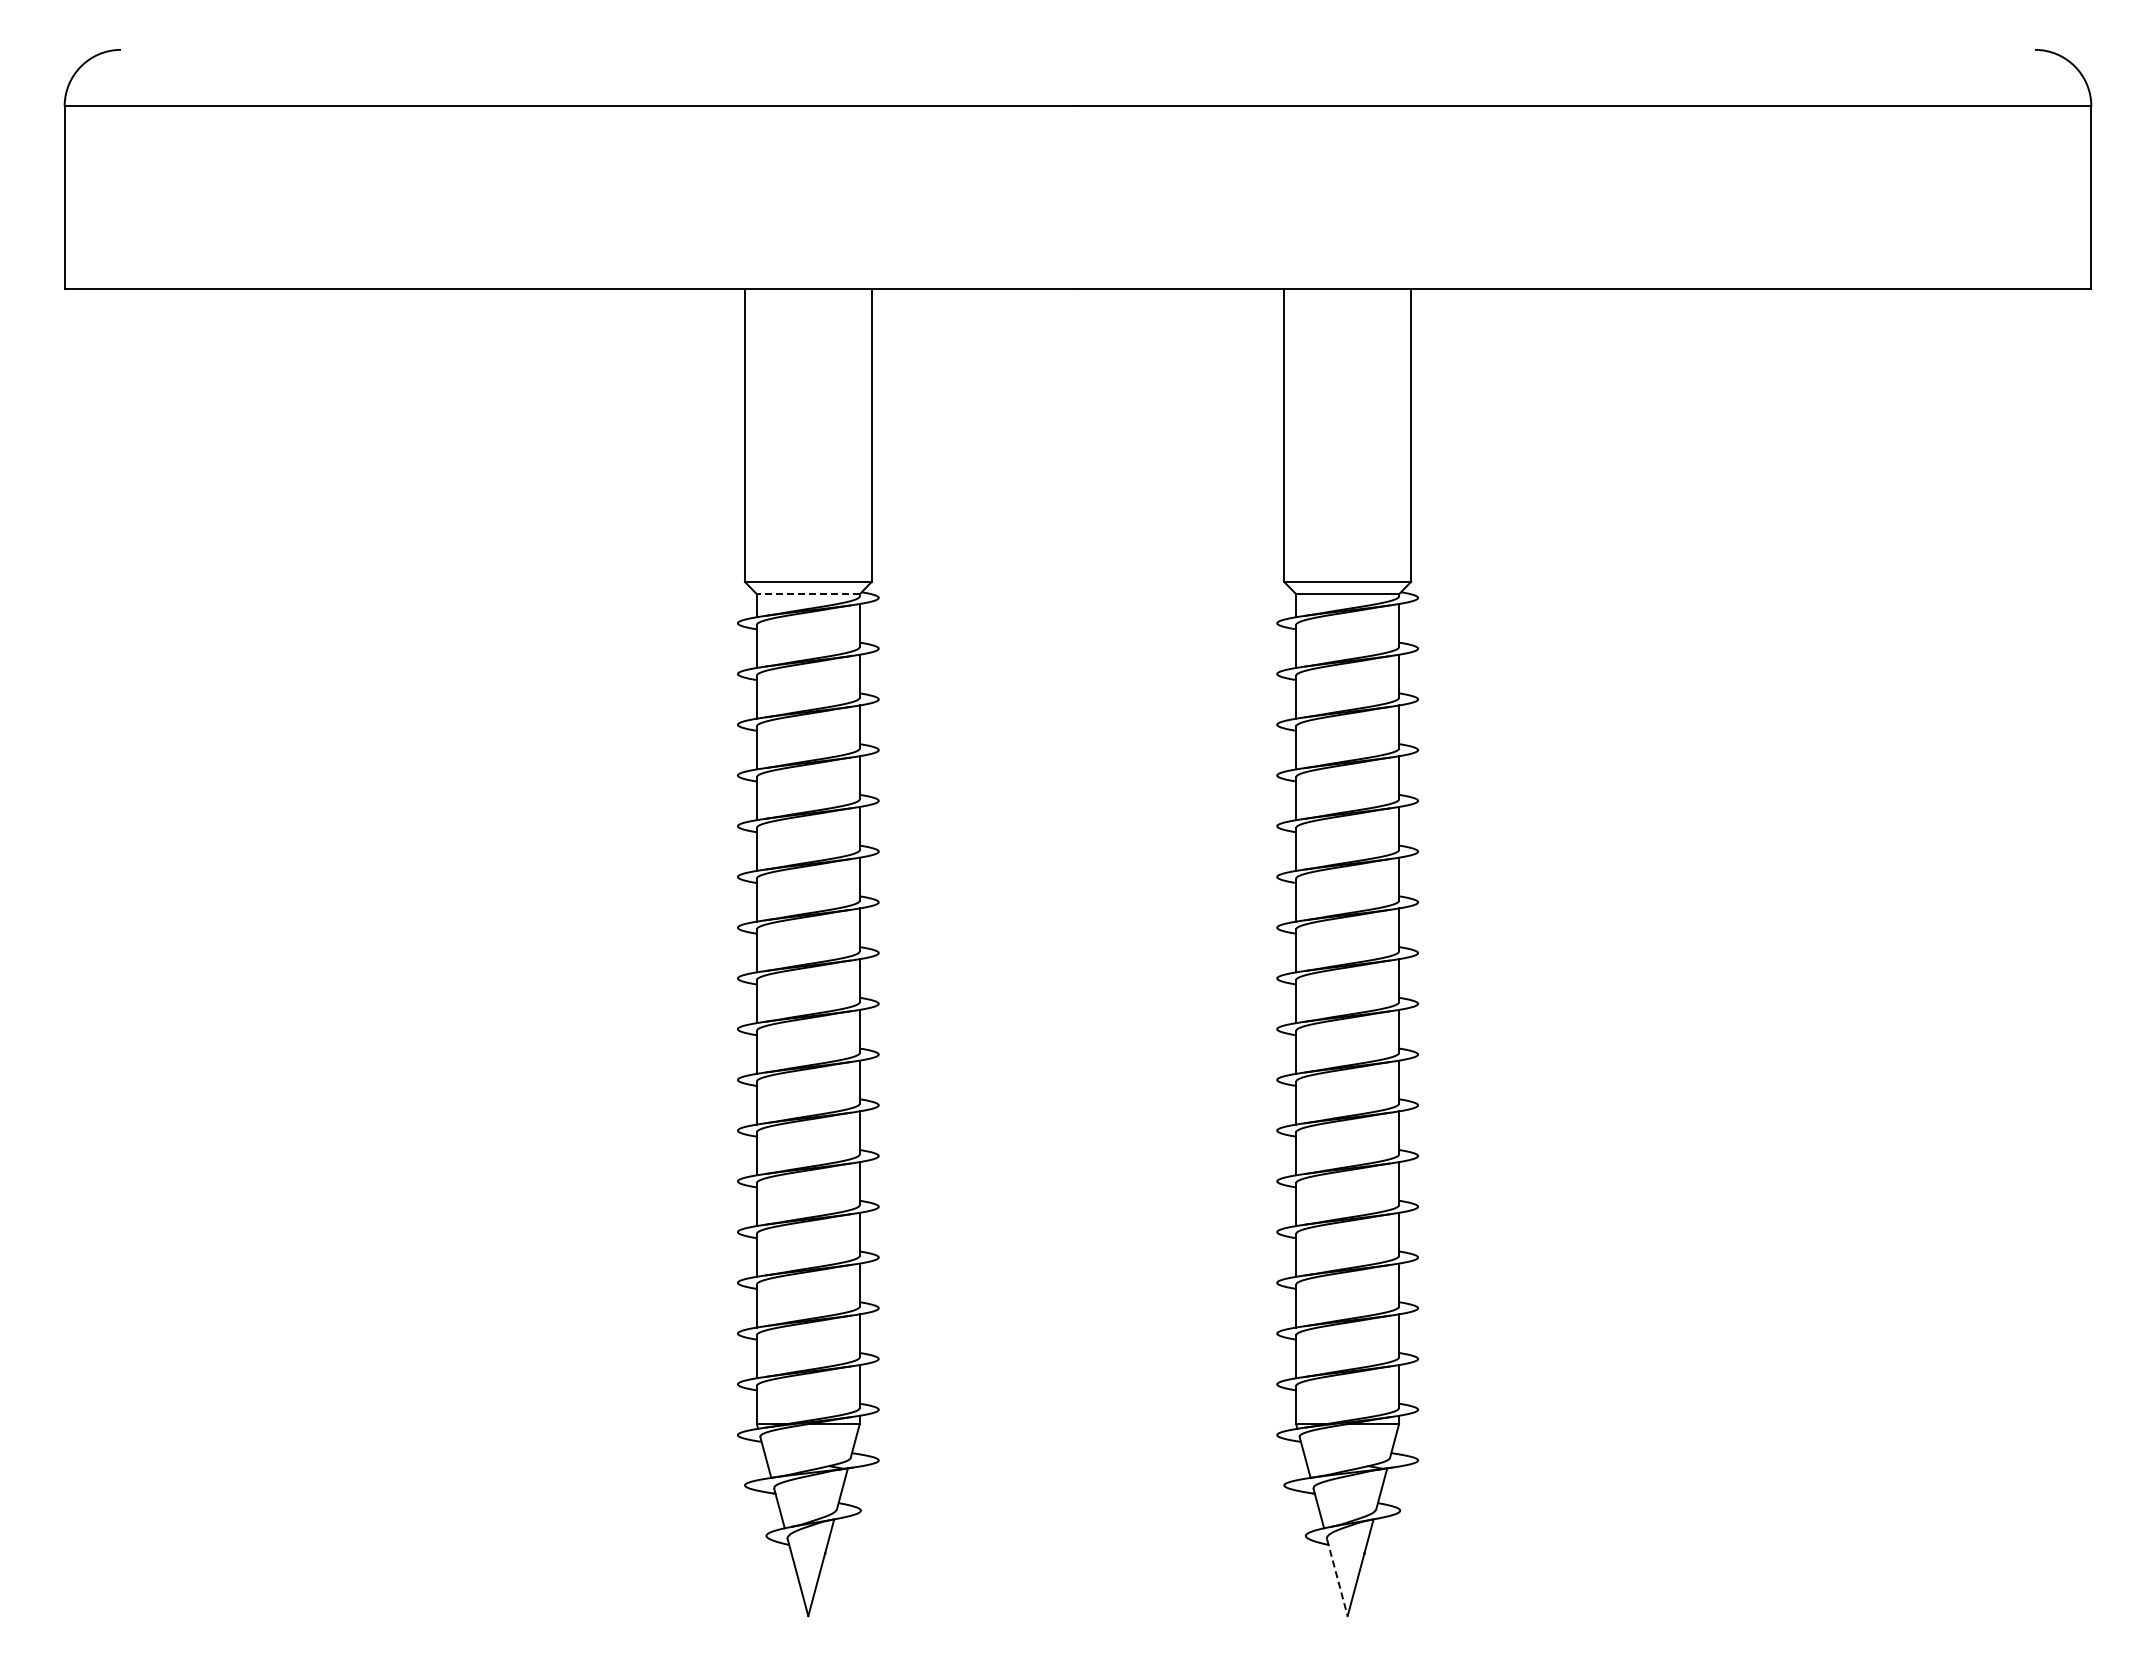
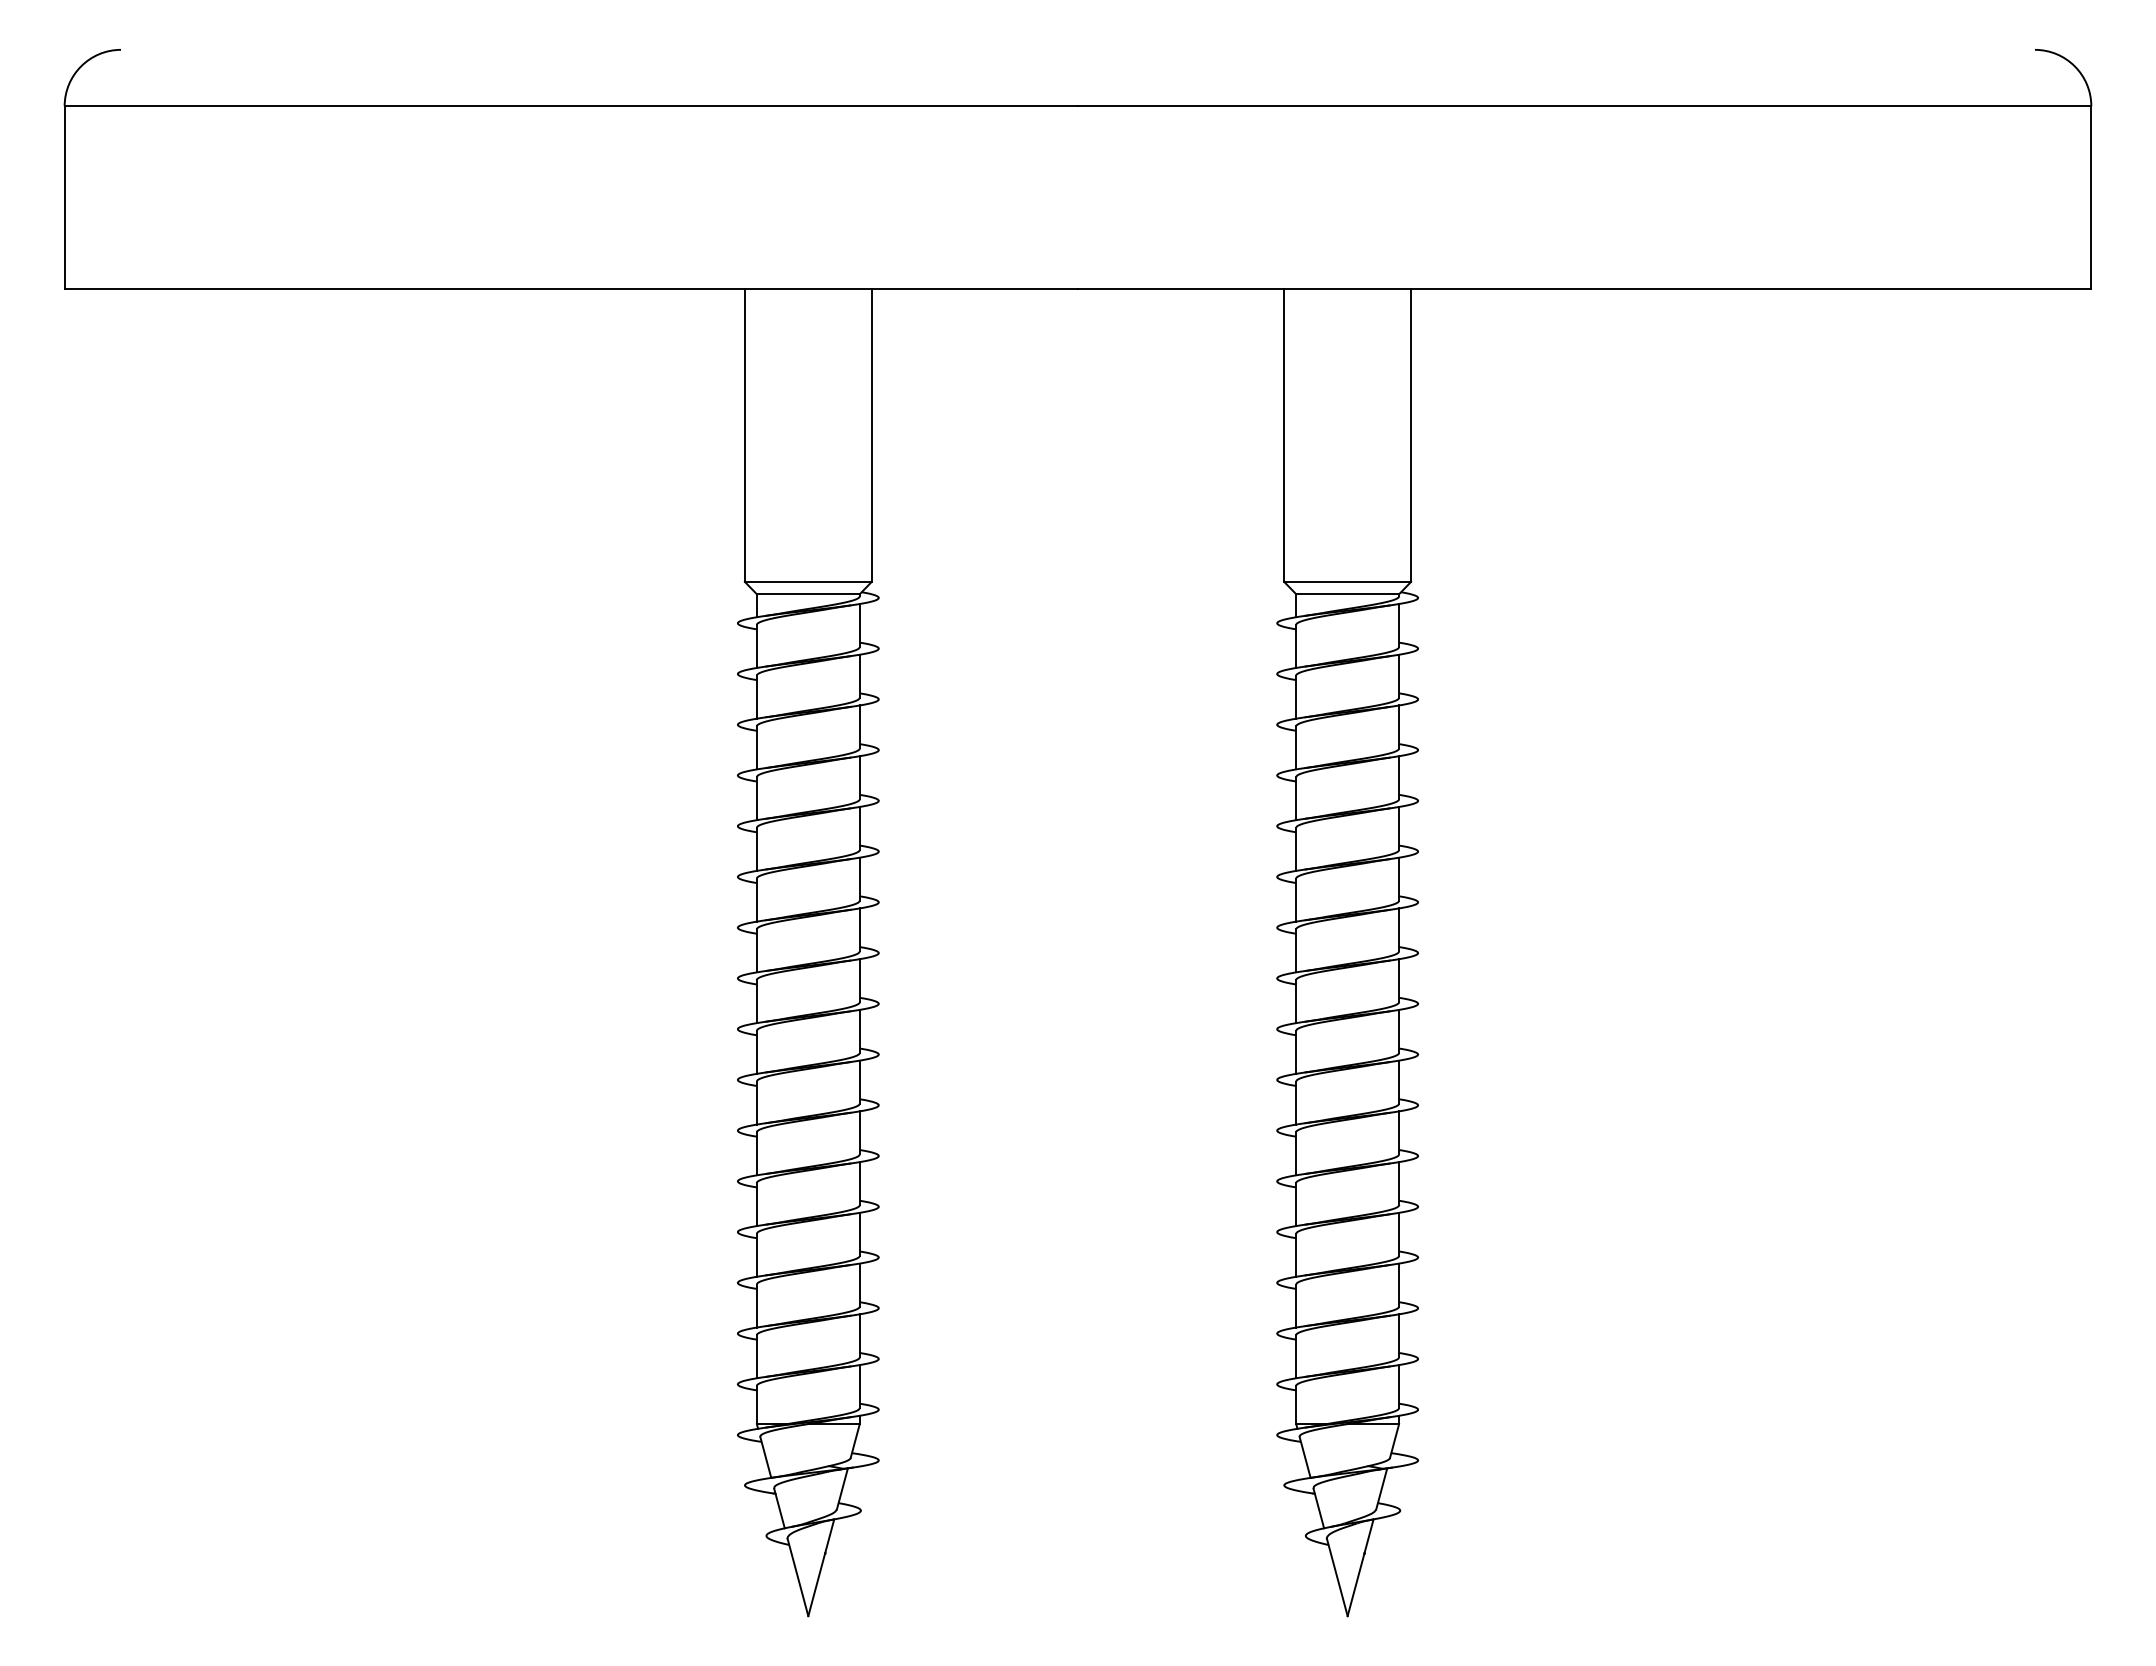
line at (807, 594): dashed -> solid
line at (1337, 1577): dashed -> solid
